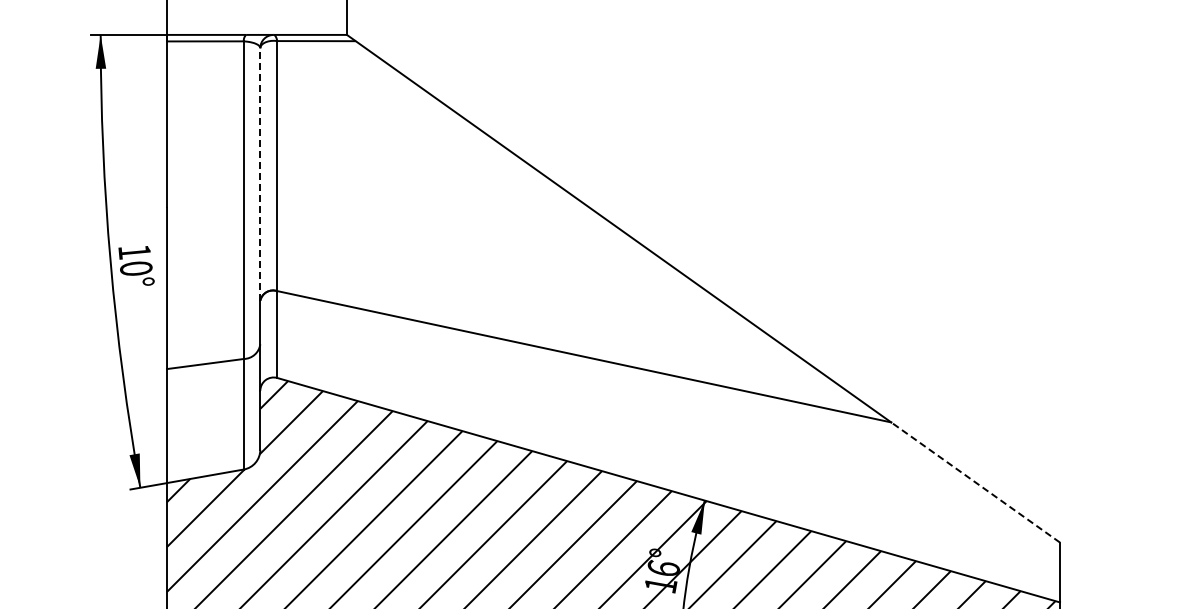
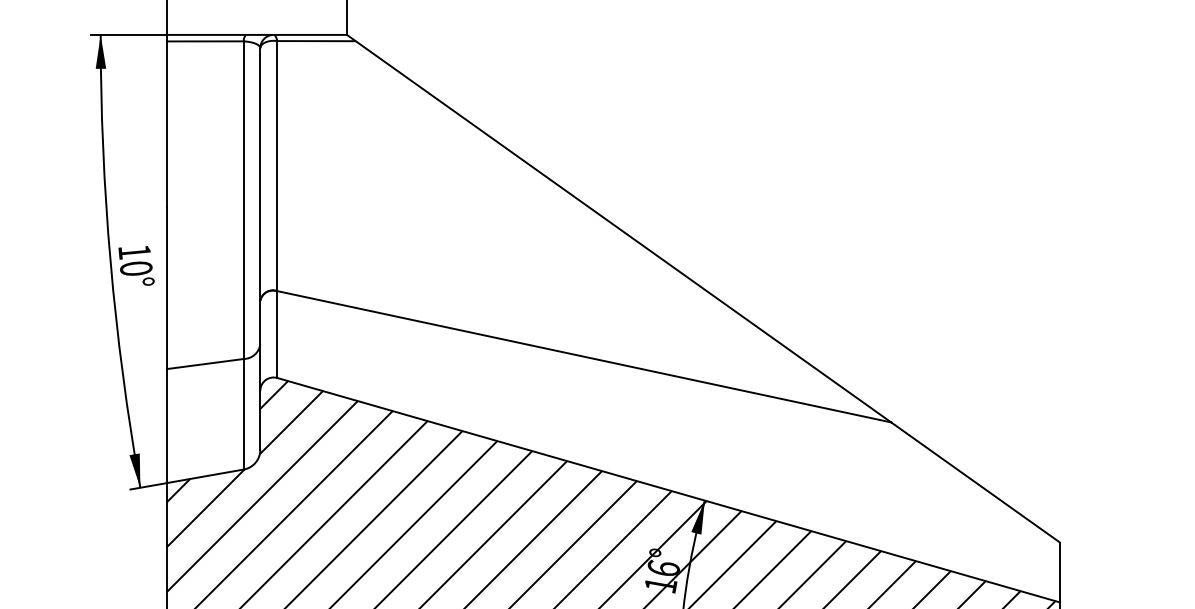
line at (260, 173): dashed -> solid
line at (975, 482): dashed -> solid
